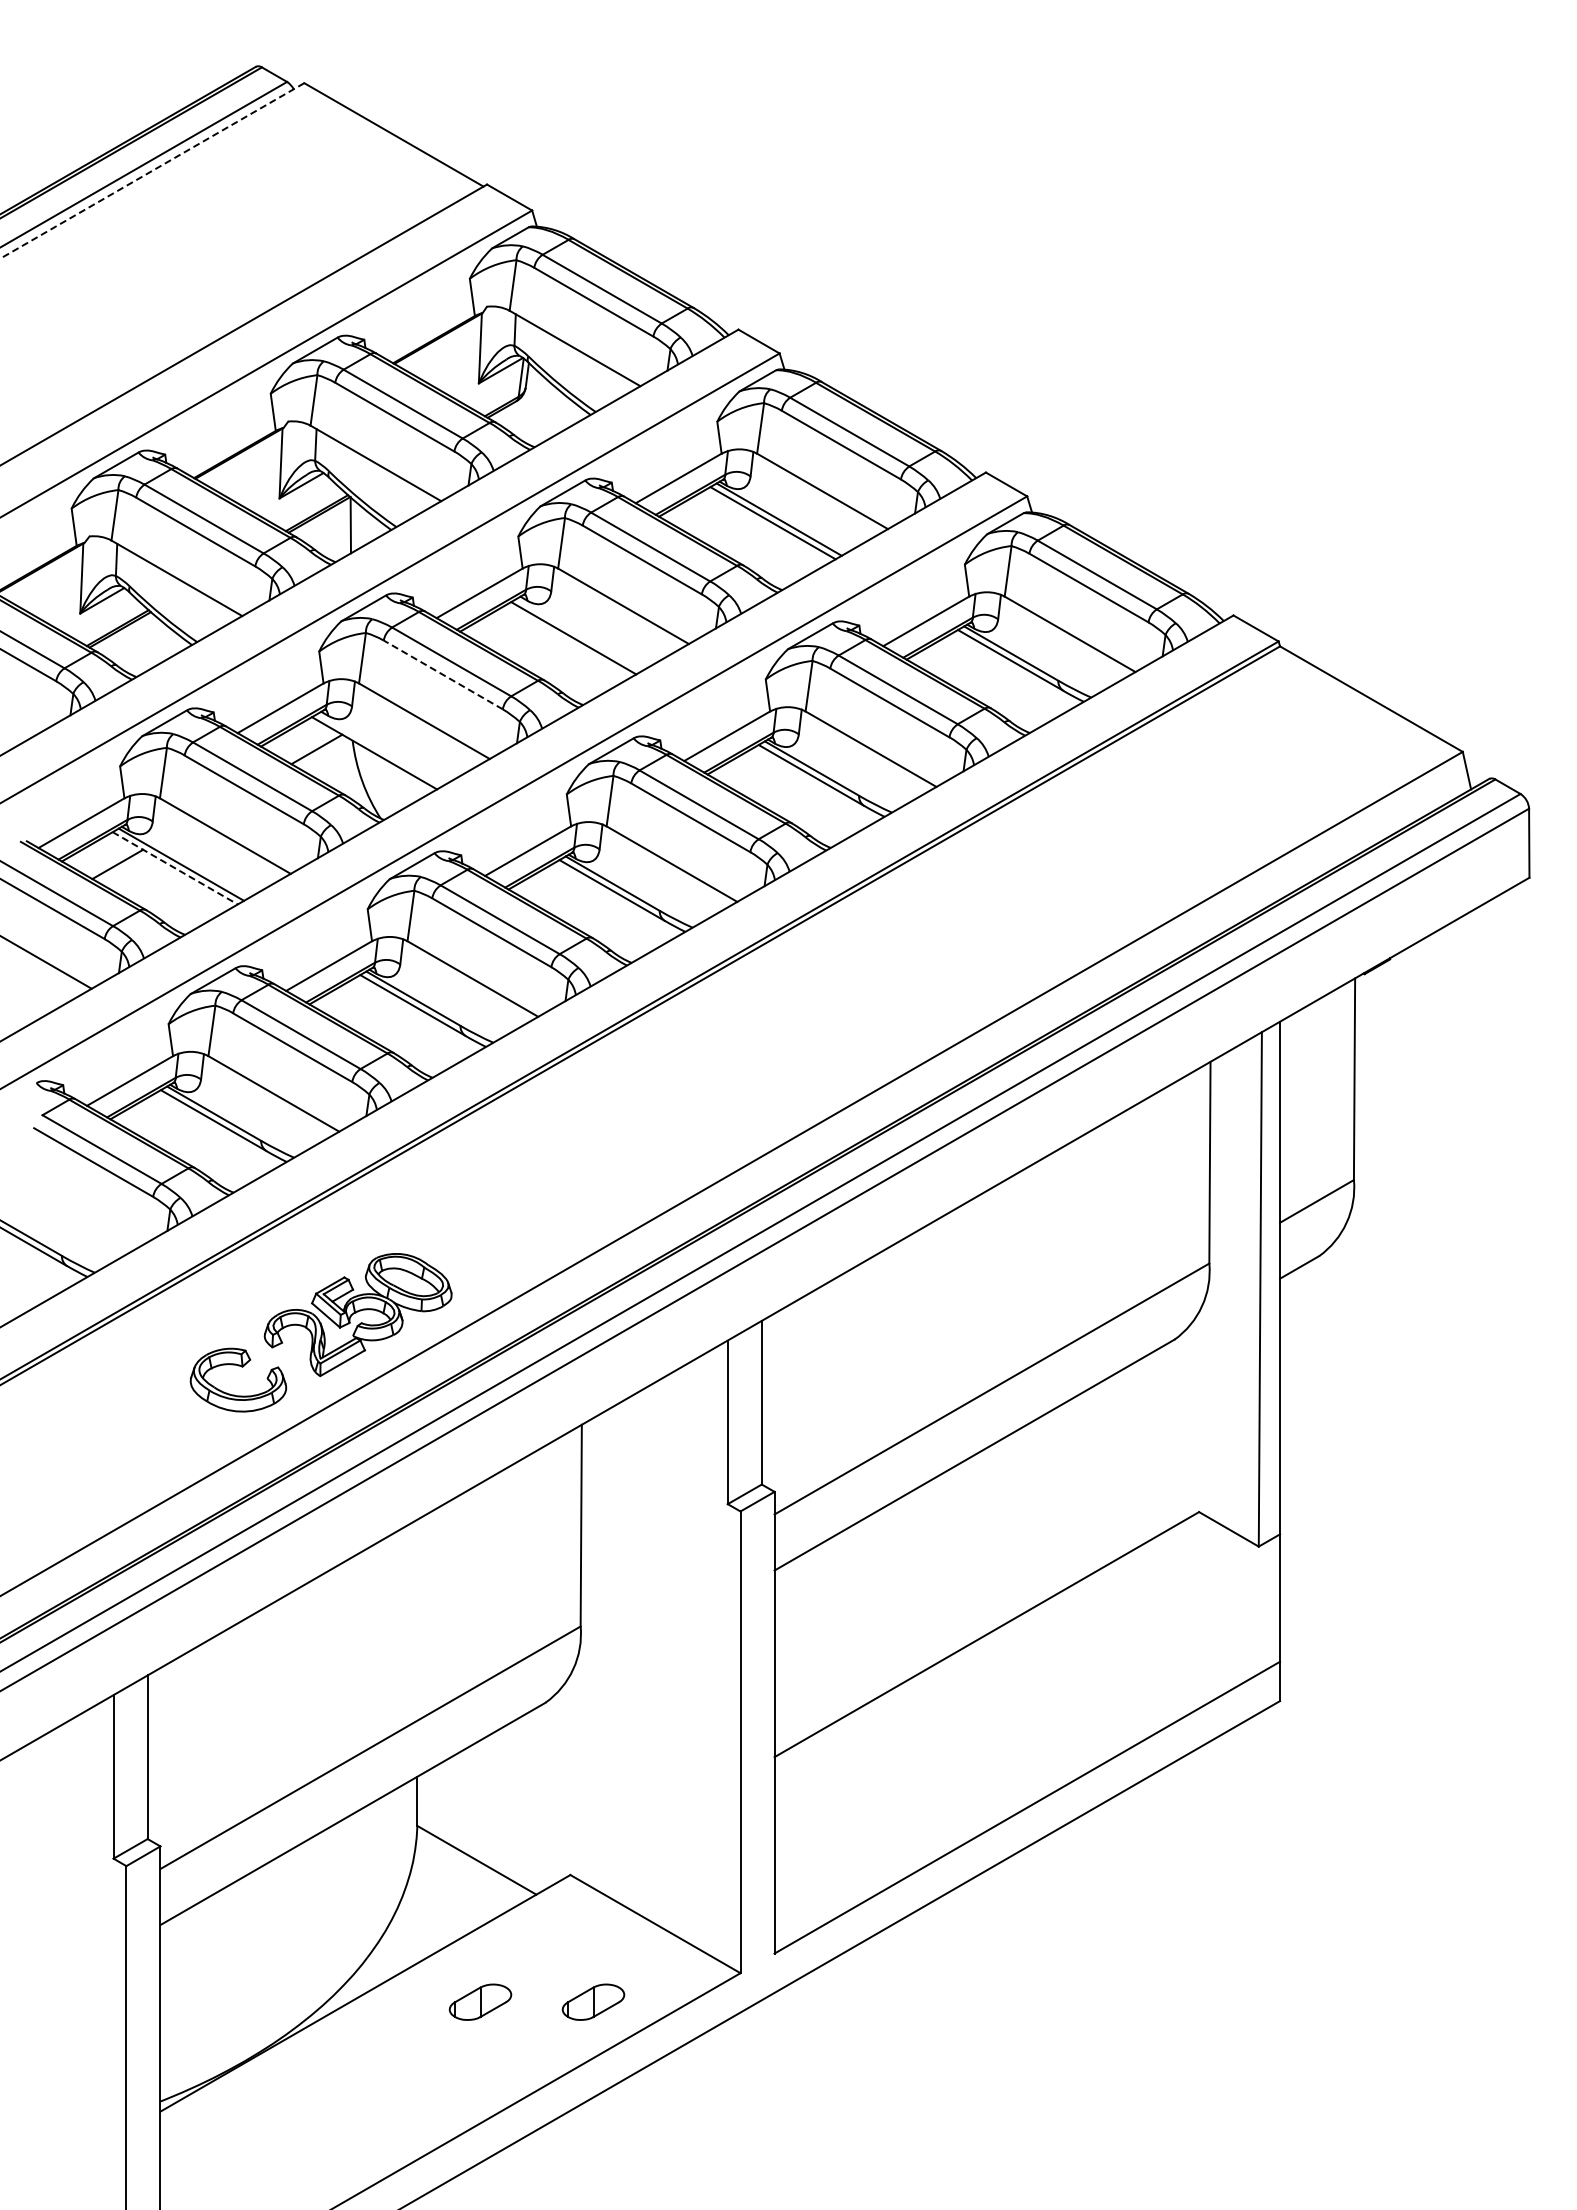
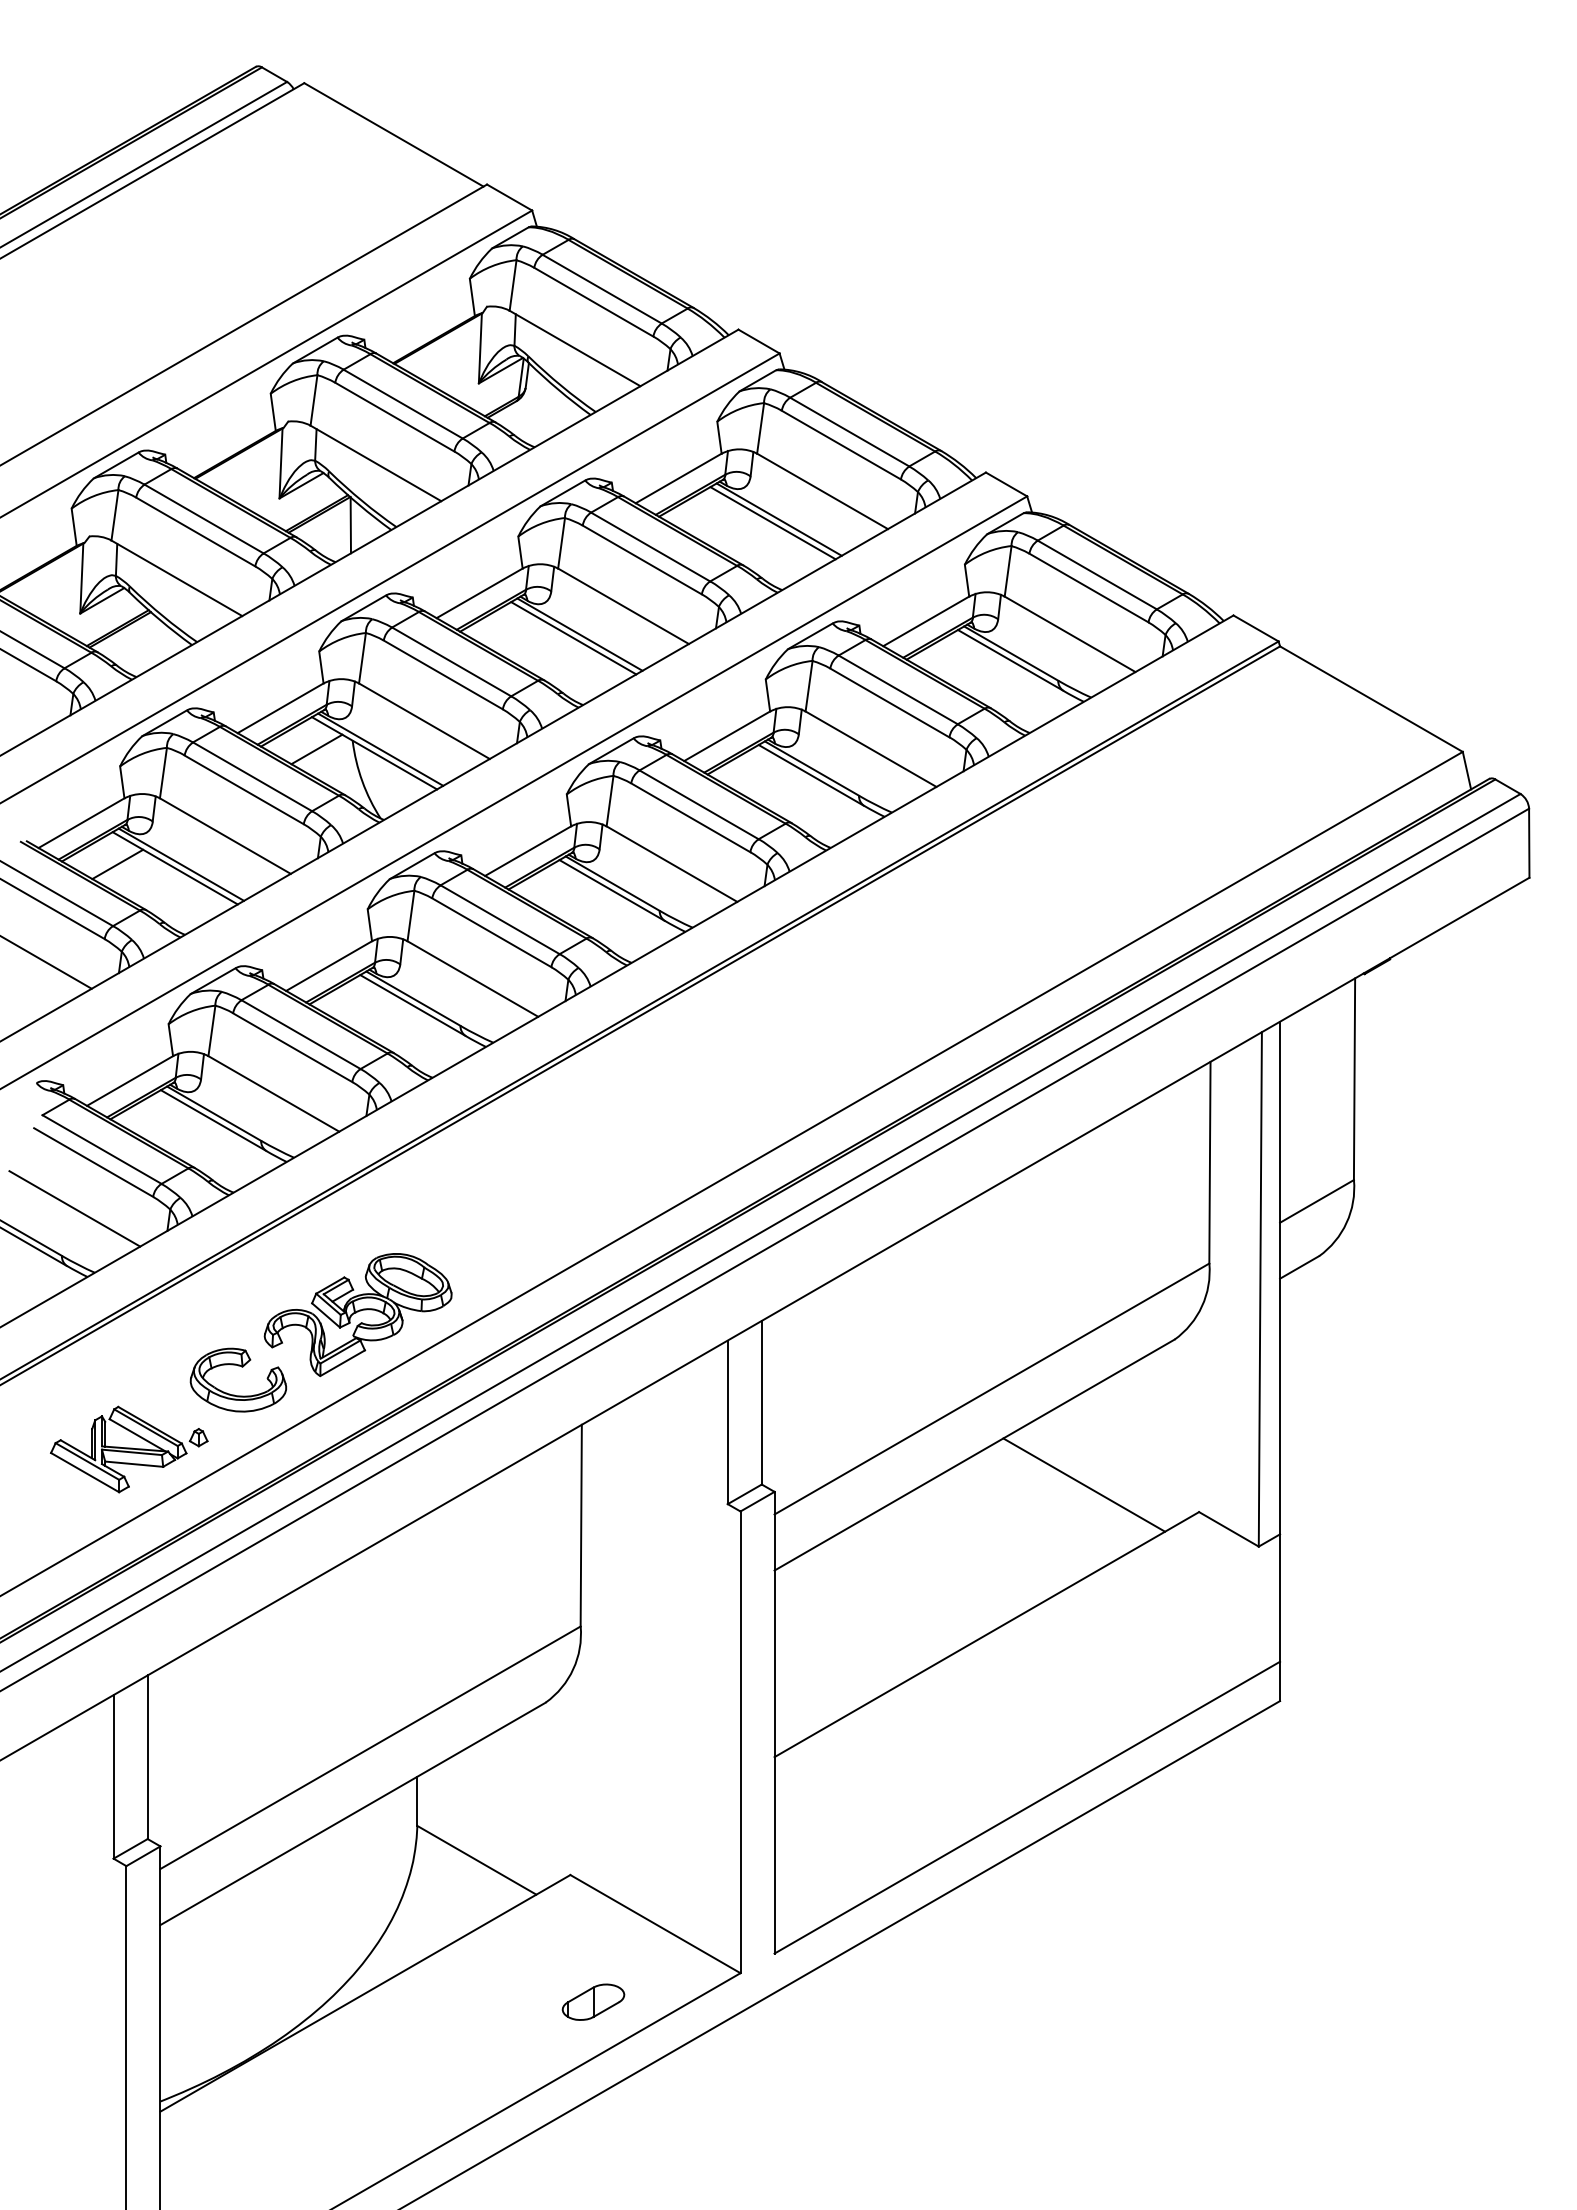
line at (151, 171): dashed -> solid
line at (579, 634): none -> present
line at (443, 674): dashed -> solid
line at (380, 749): none -> present
line at (175, 868): dashed -> solid
line at (74, 1208): none -> present
part at (129, 1449): none -> present
line at (1084, 1484): none -> present
part at (480, 2001): present -> none
